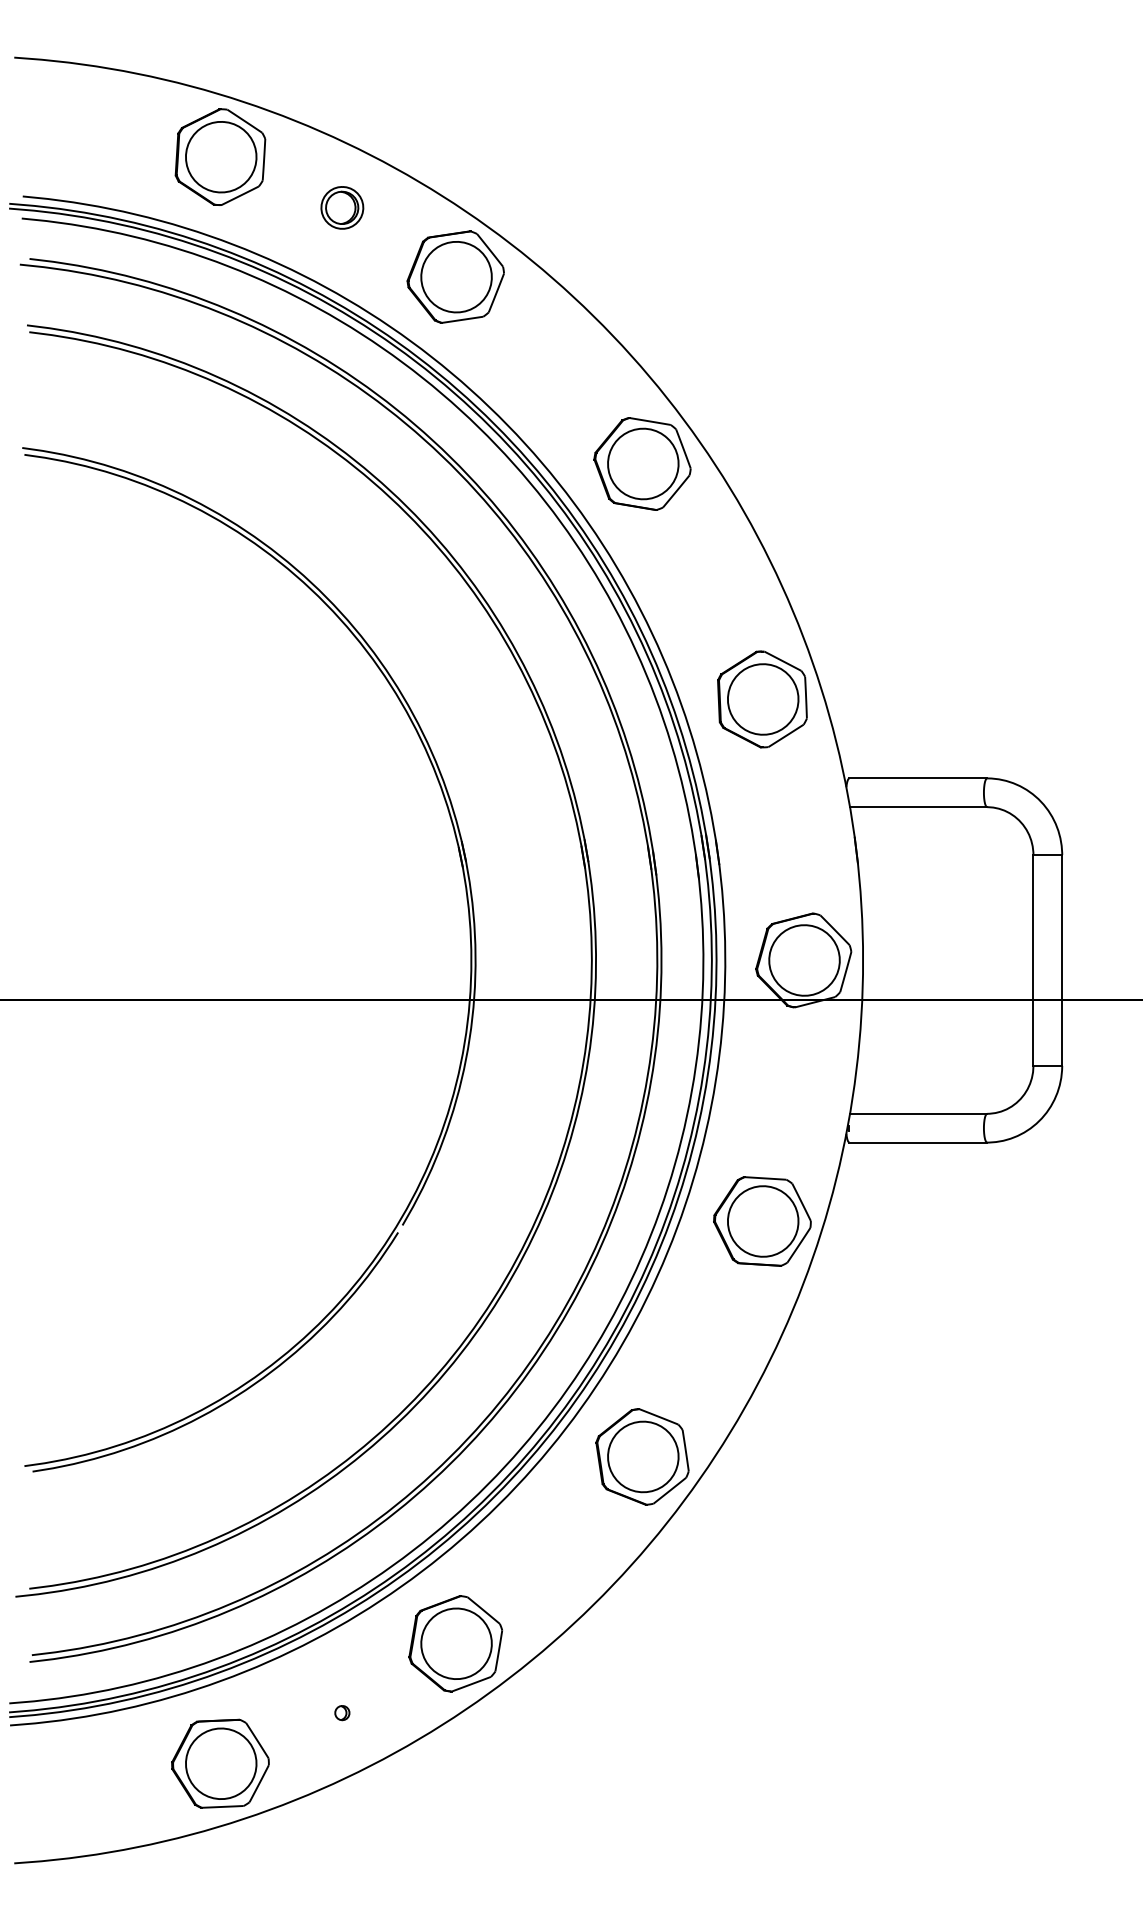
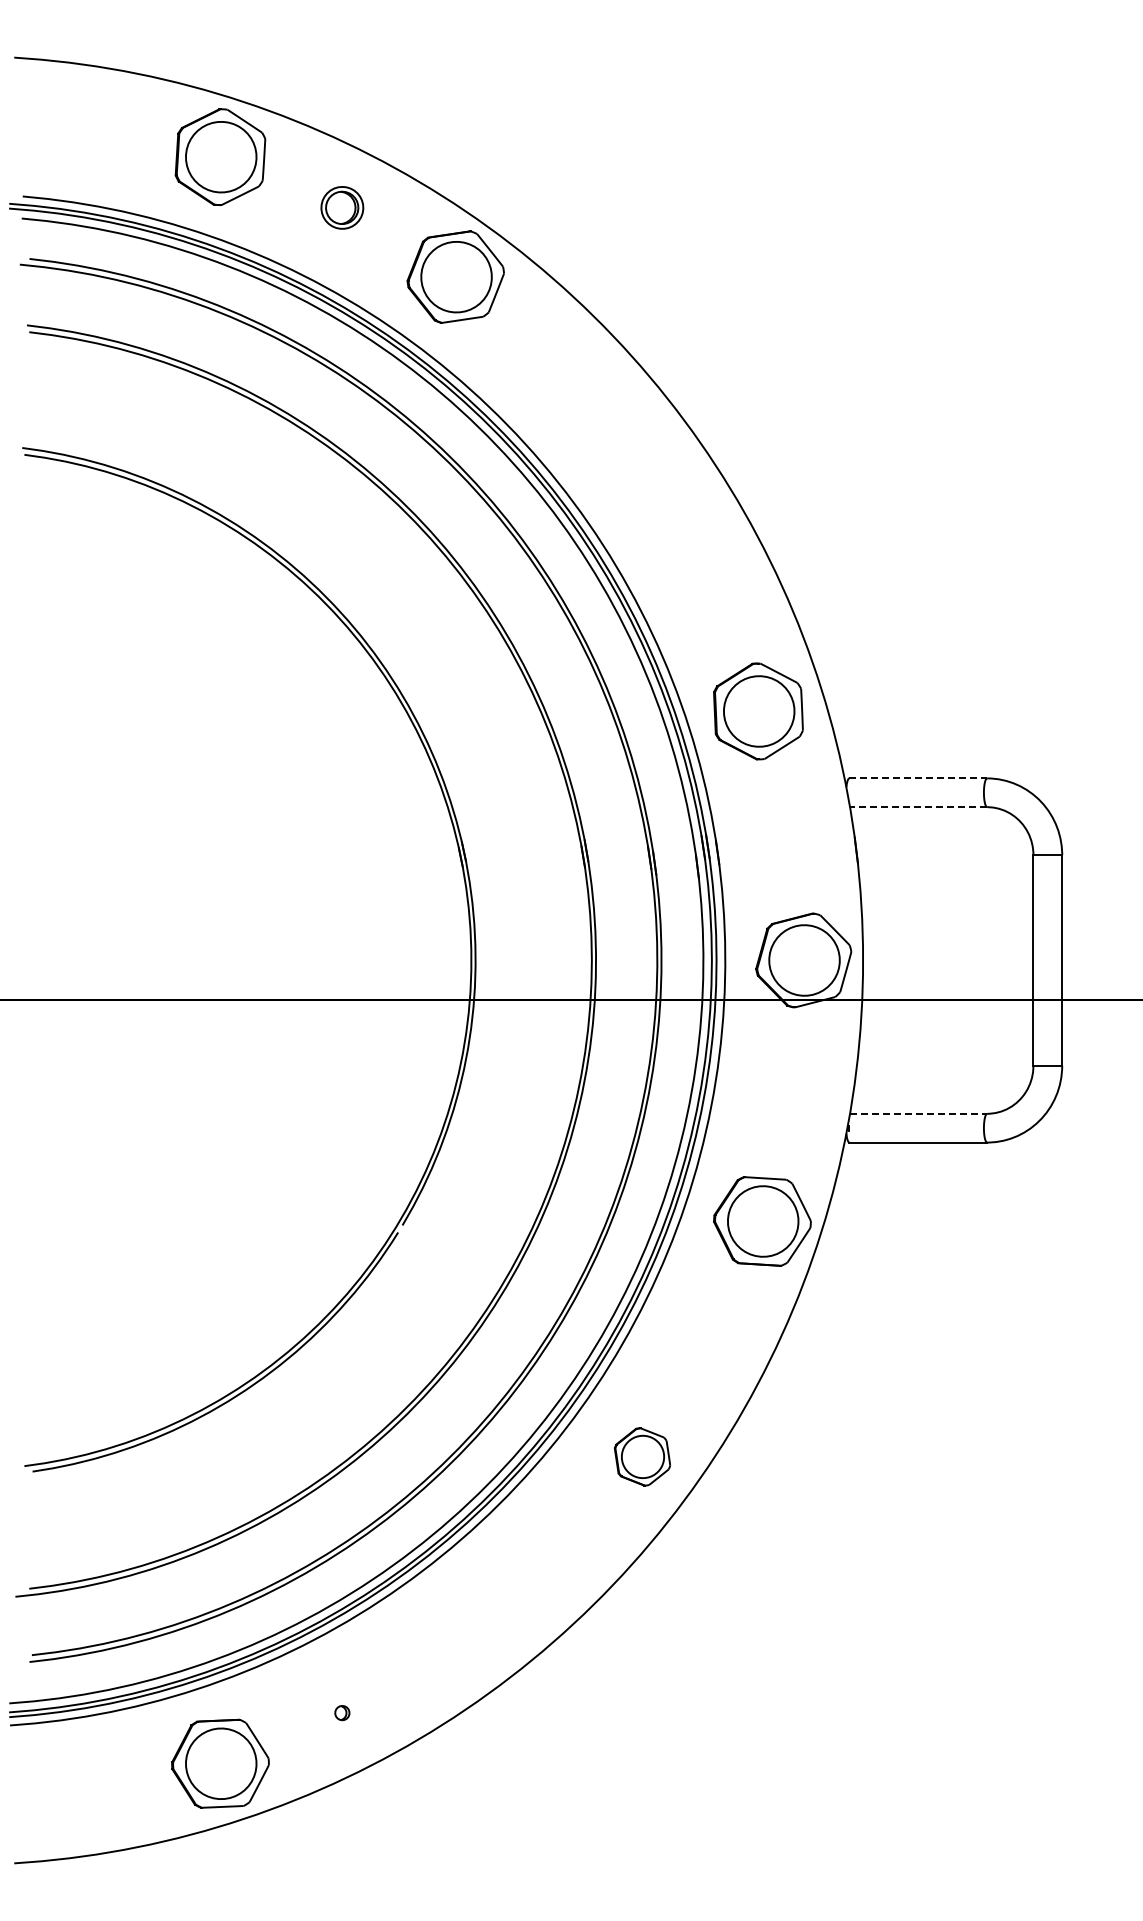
part at (642, 463): present -> none
part at (762, 699) position: (762, 699) -> (758, 711)
line at (918, 778): solid -> dashed
line at (918, 807): solid -> dashed
line at (918, 1113): solid -> dashed
part at (642, 1456) size: 95x98 px -> 58x60 px
part at (455, 1643): present -> none
